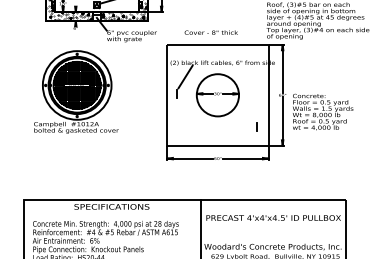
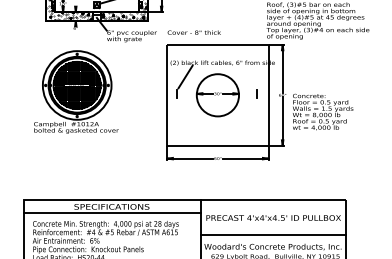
text at (210, 32) position: (210, 32) -> (193, 32)
line at (256, 126) position: (256, 126) -> (256, 93)
line at (112, 212): none -> present
line at (273, 235): none -> present
